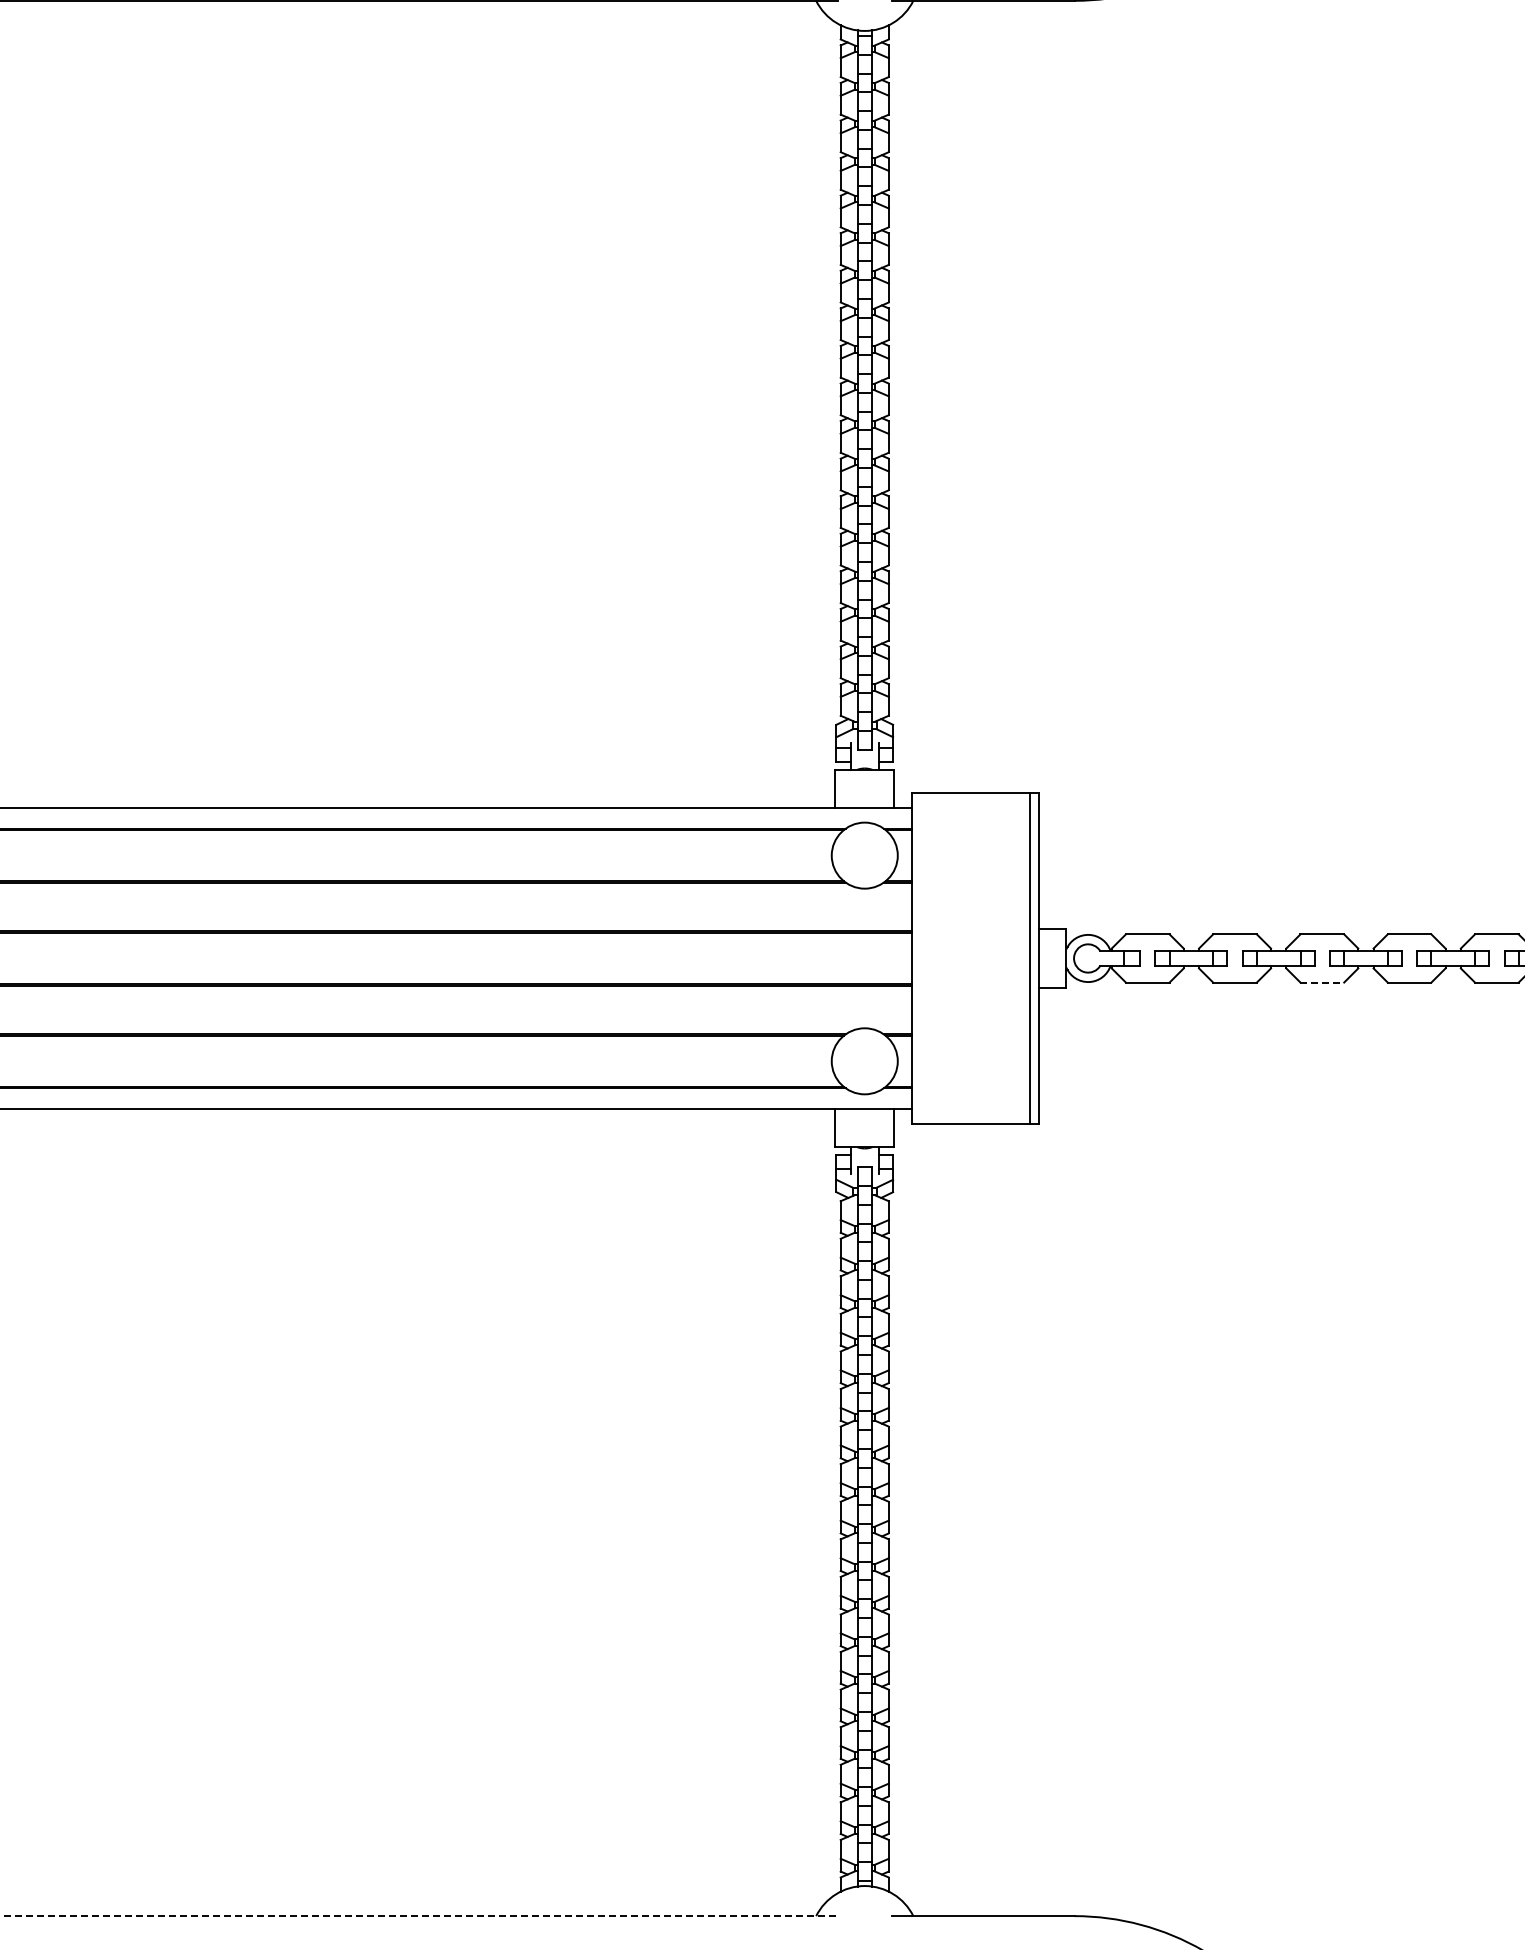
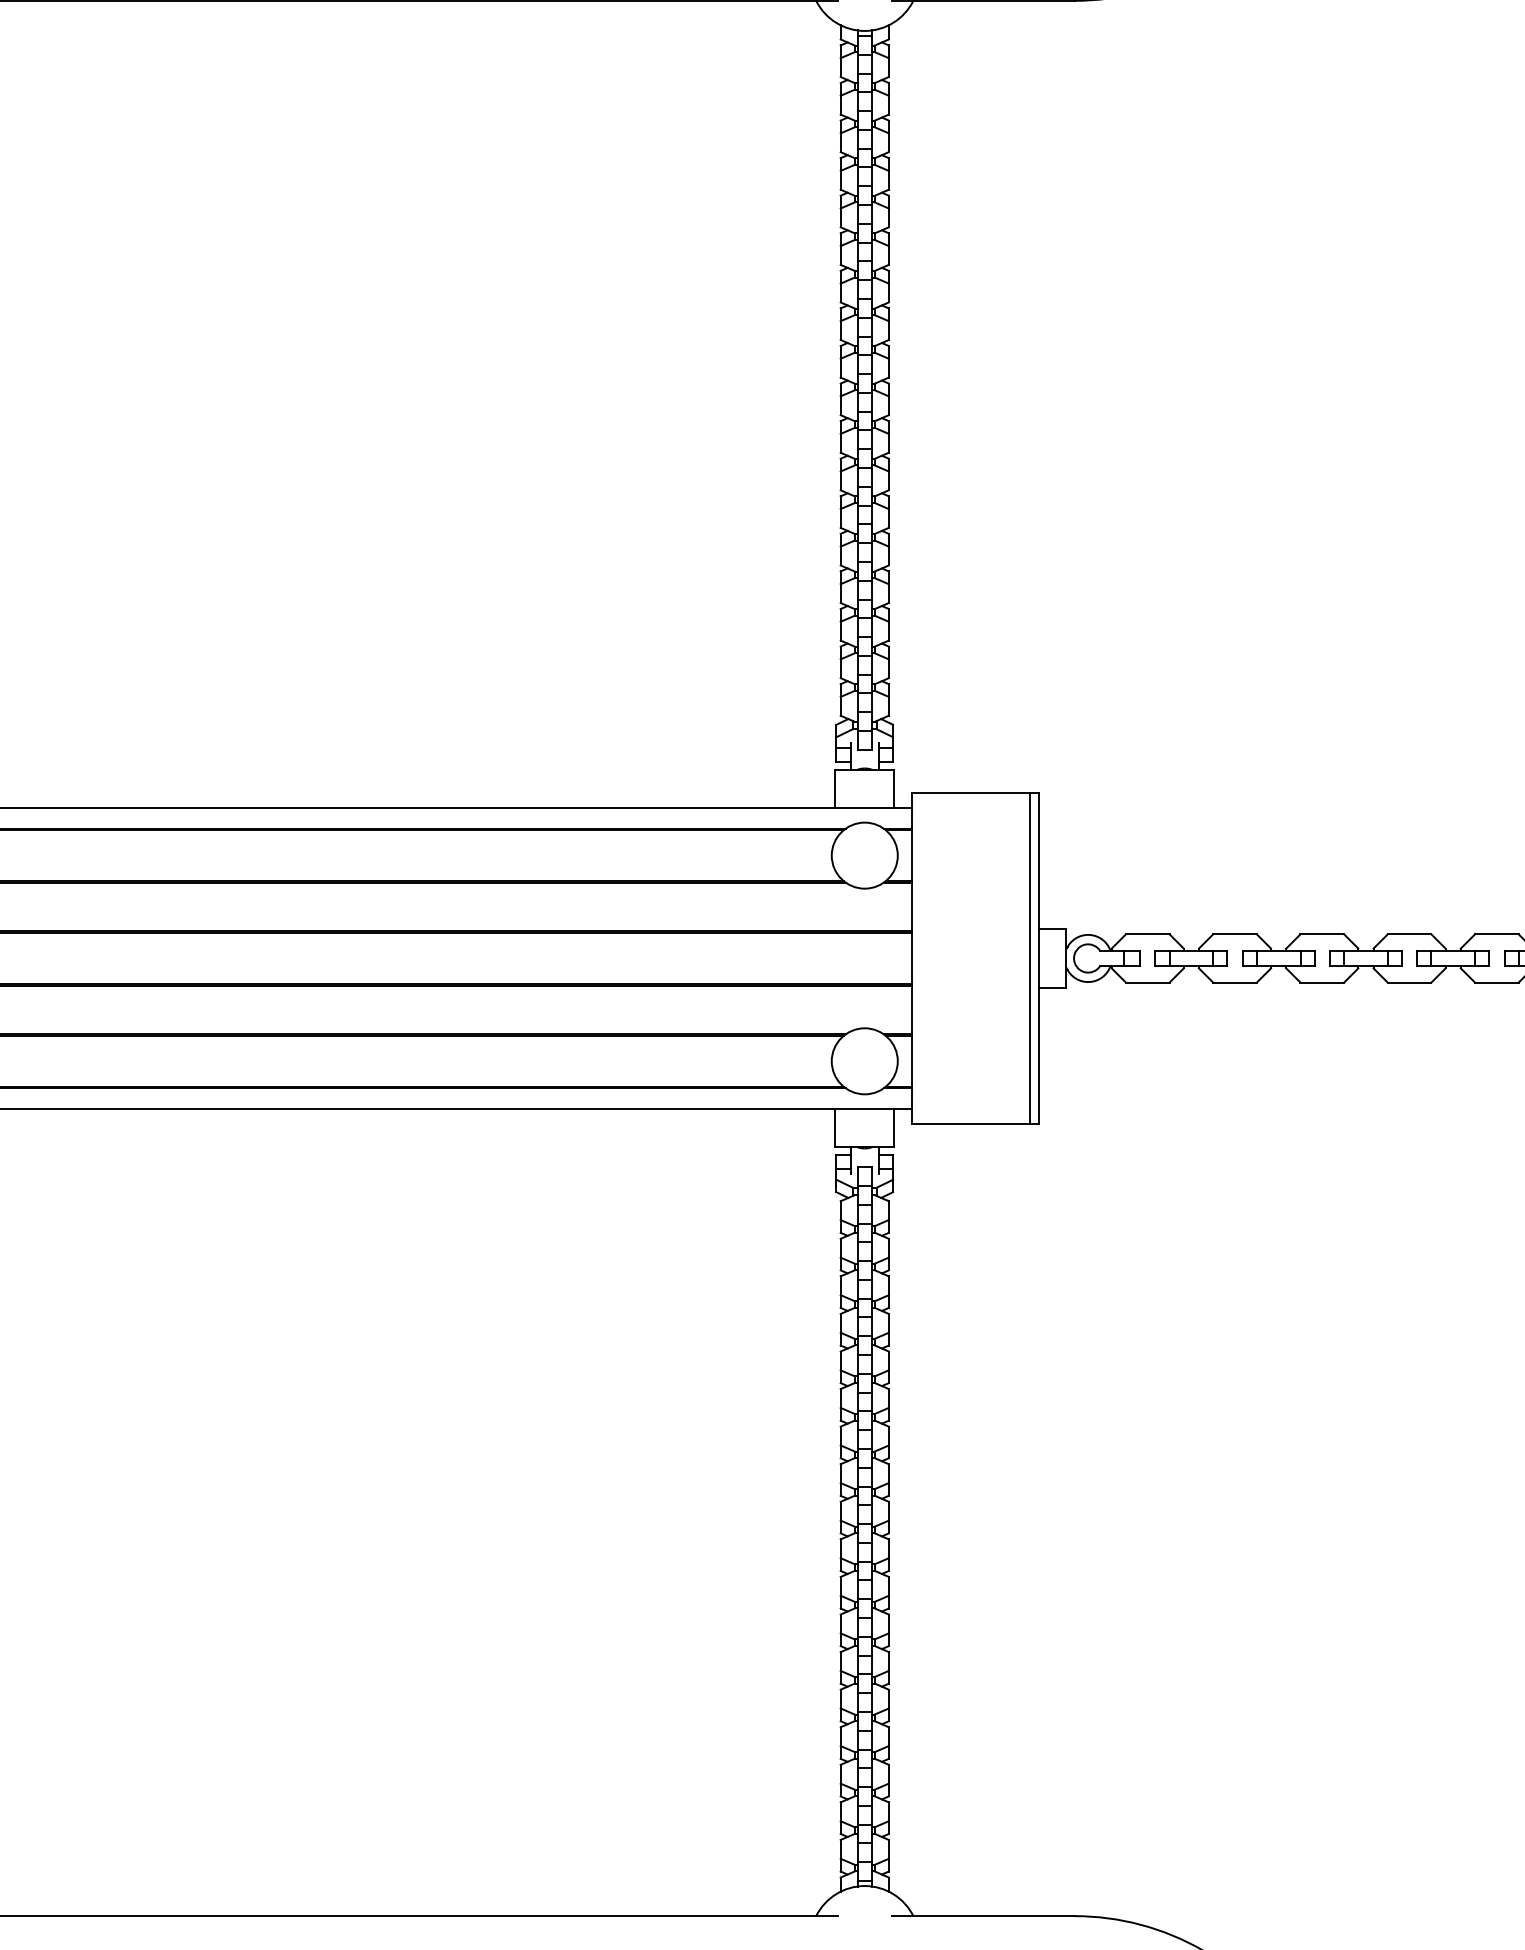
line at (1322, 982): dashed -> solid
line at (418, 1916): dashed -> solid
